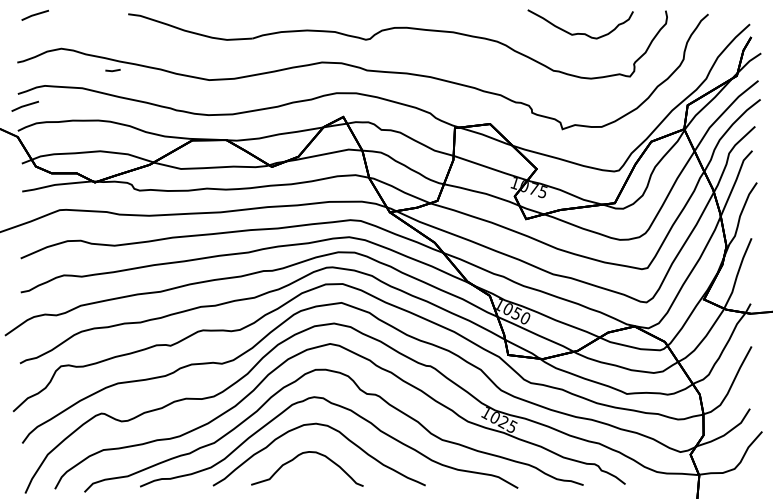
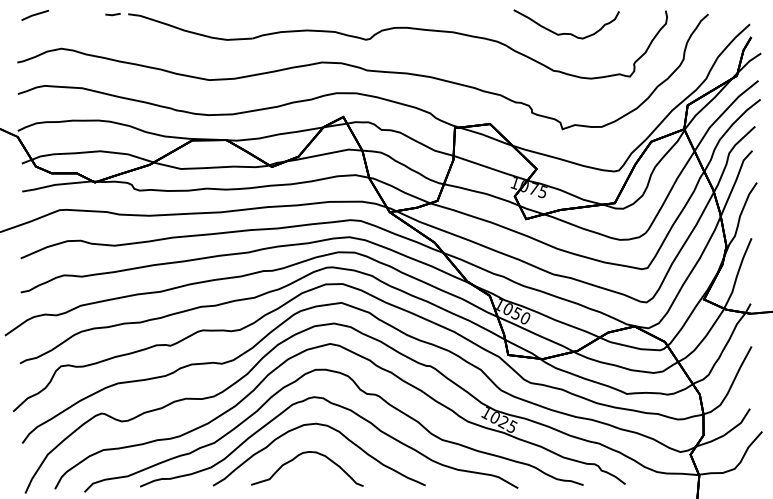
curve at (580, 33) position: (580, 33) -> (566, 33)
line at (112, 70) position: (112, 70) -> (112, 14)
line at (24, 105): present -> none
